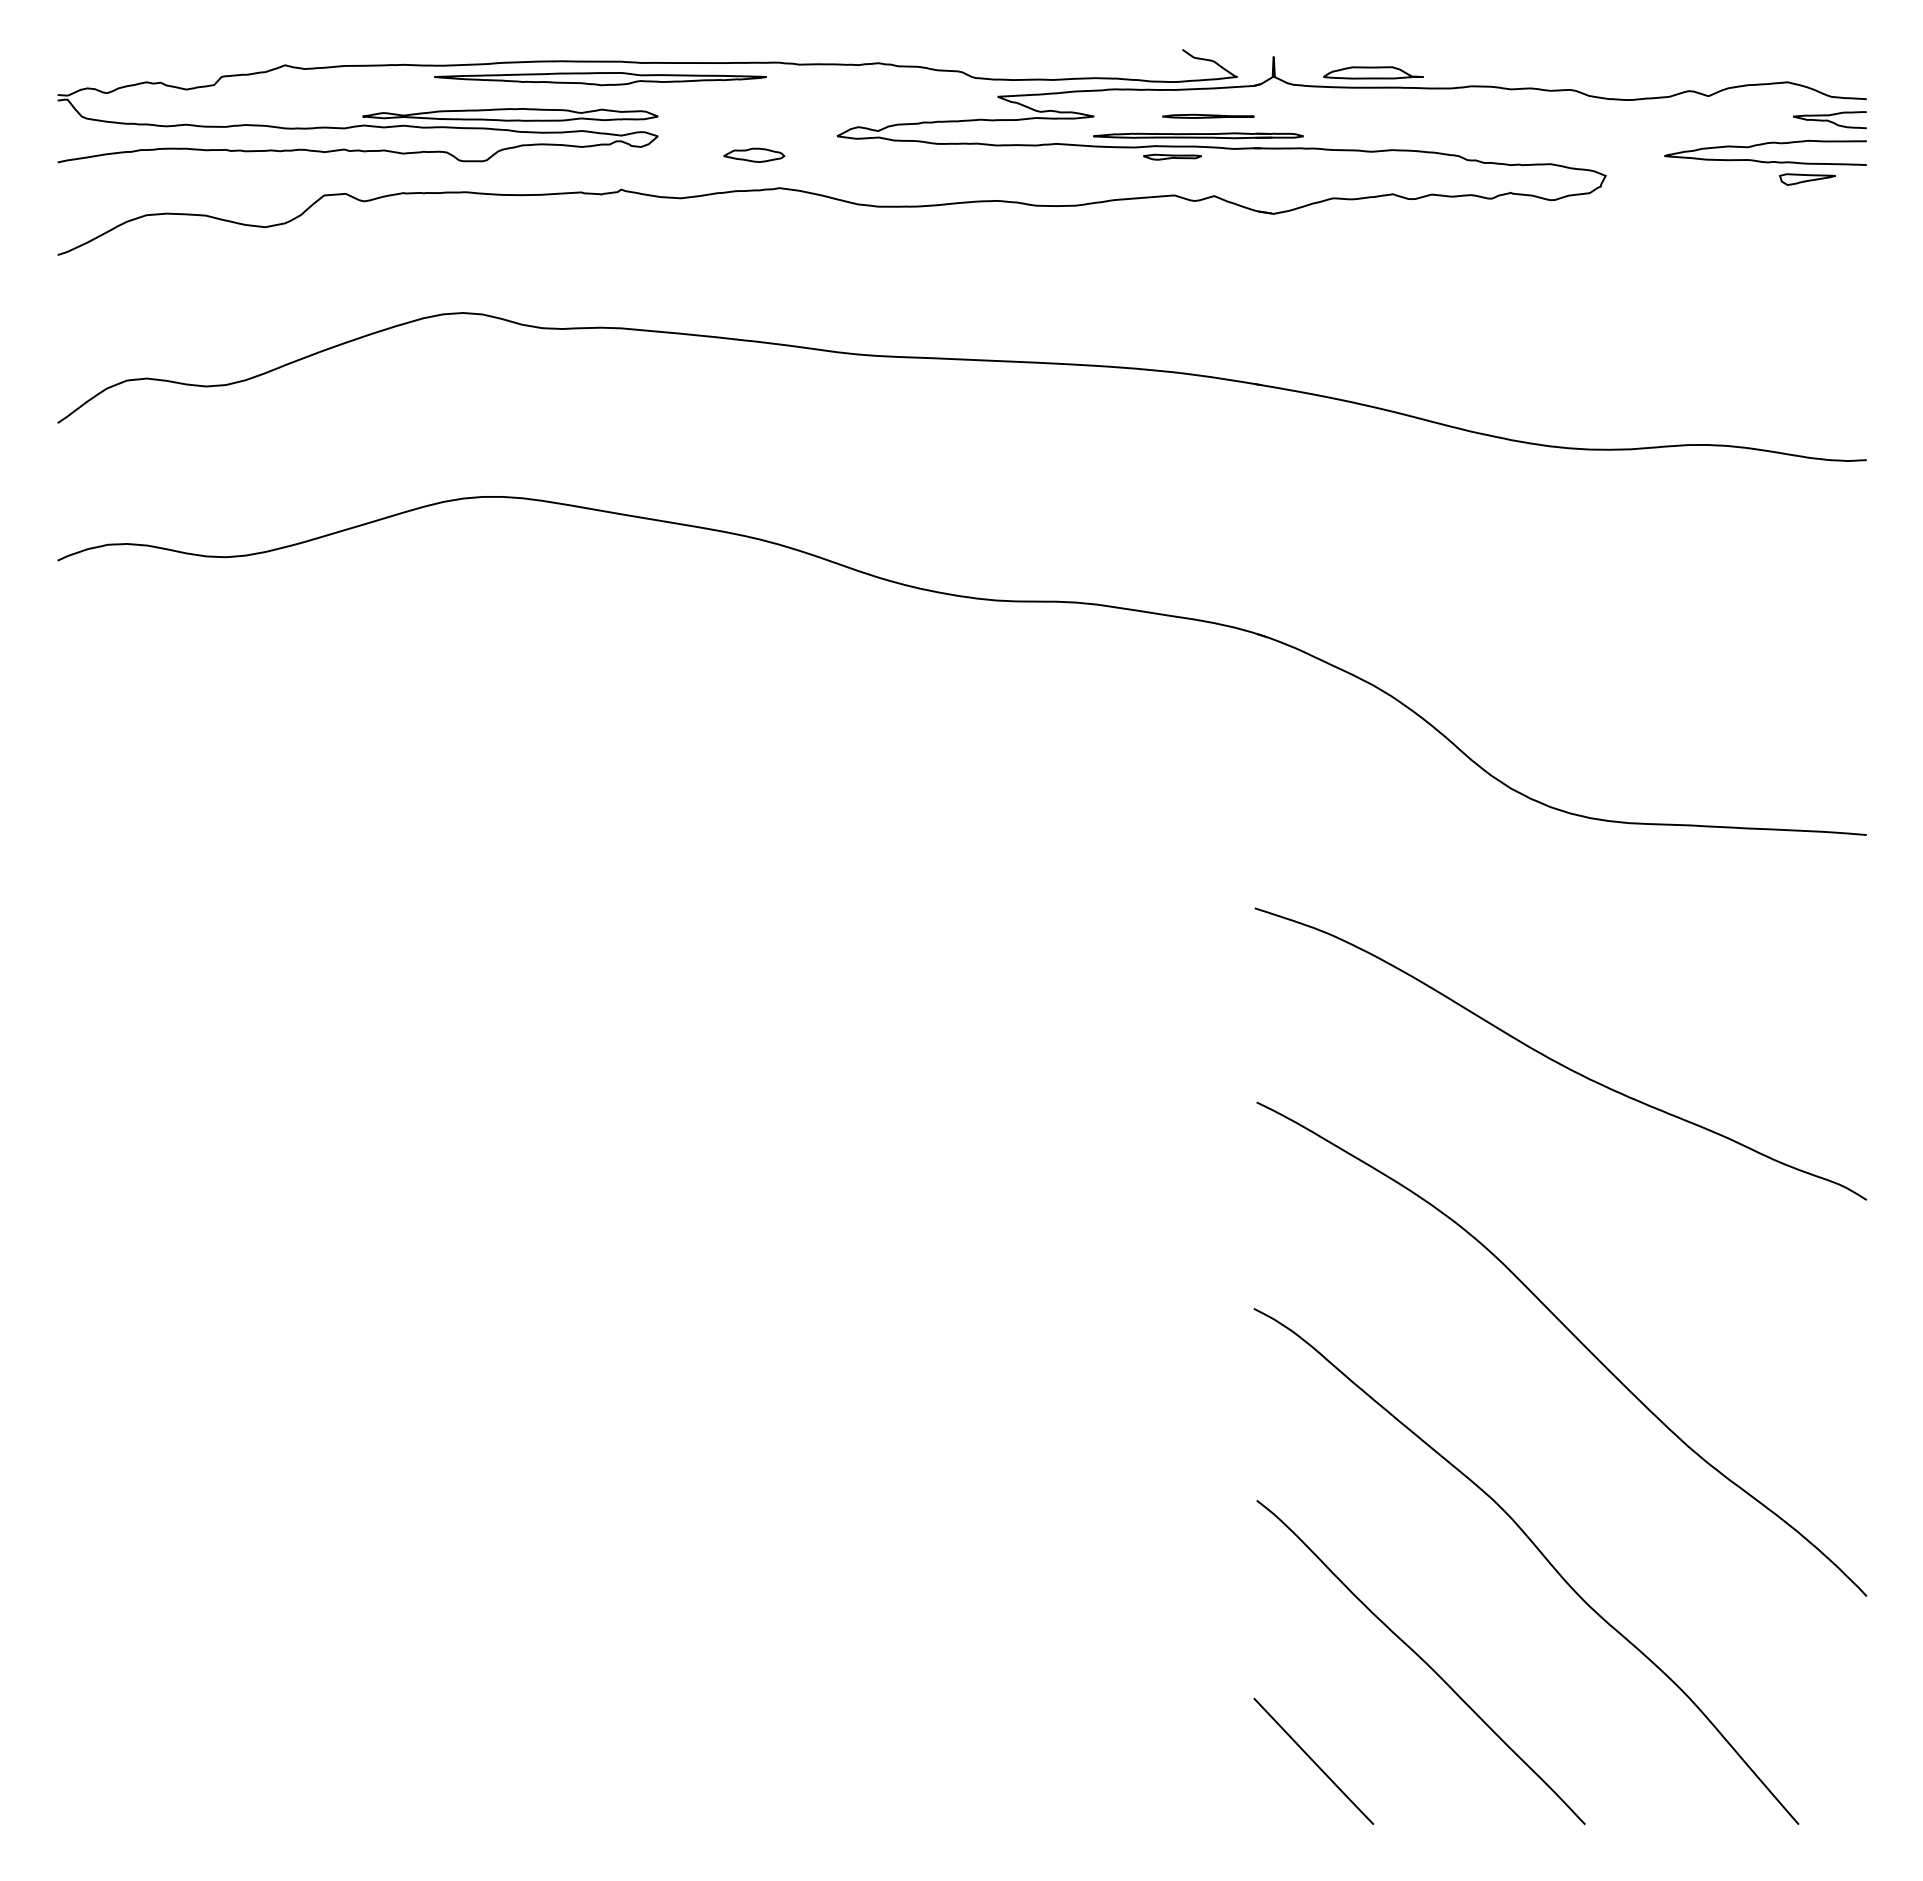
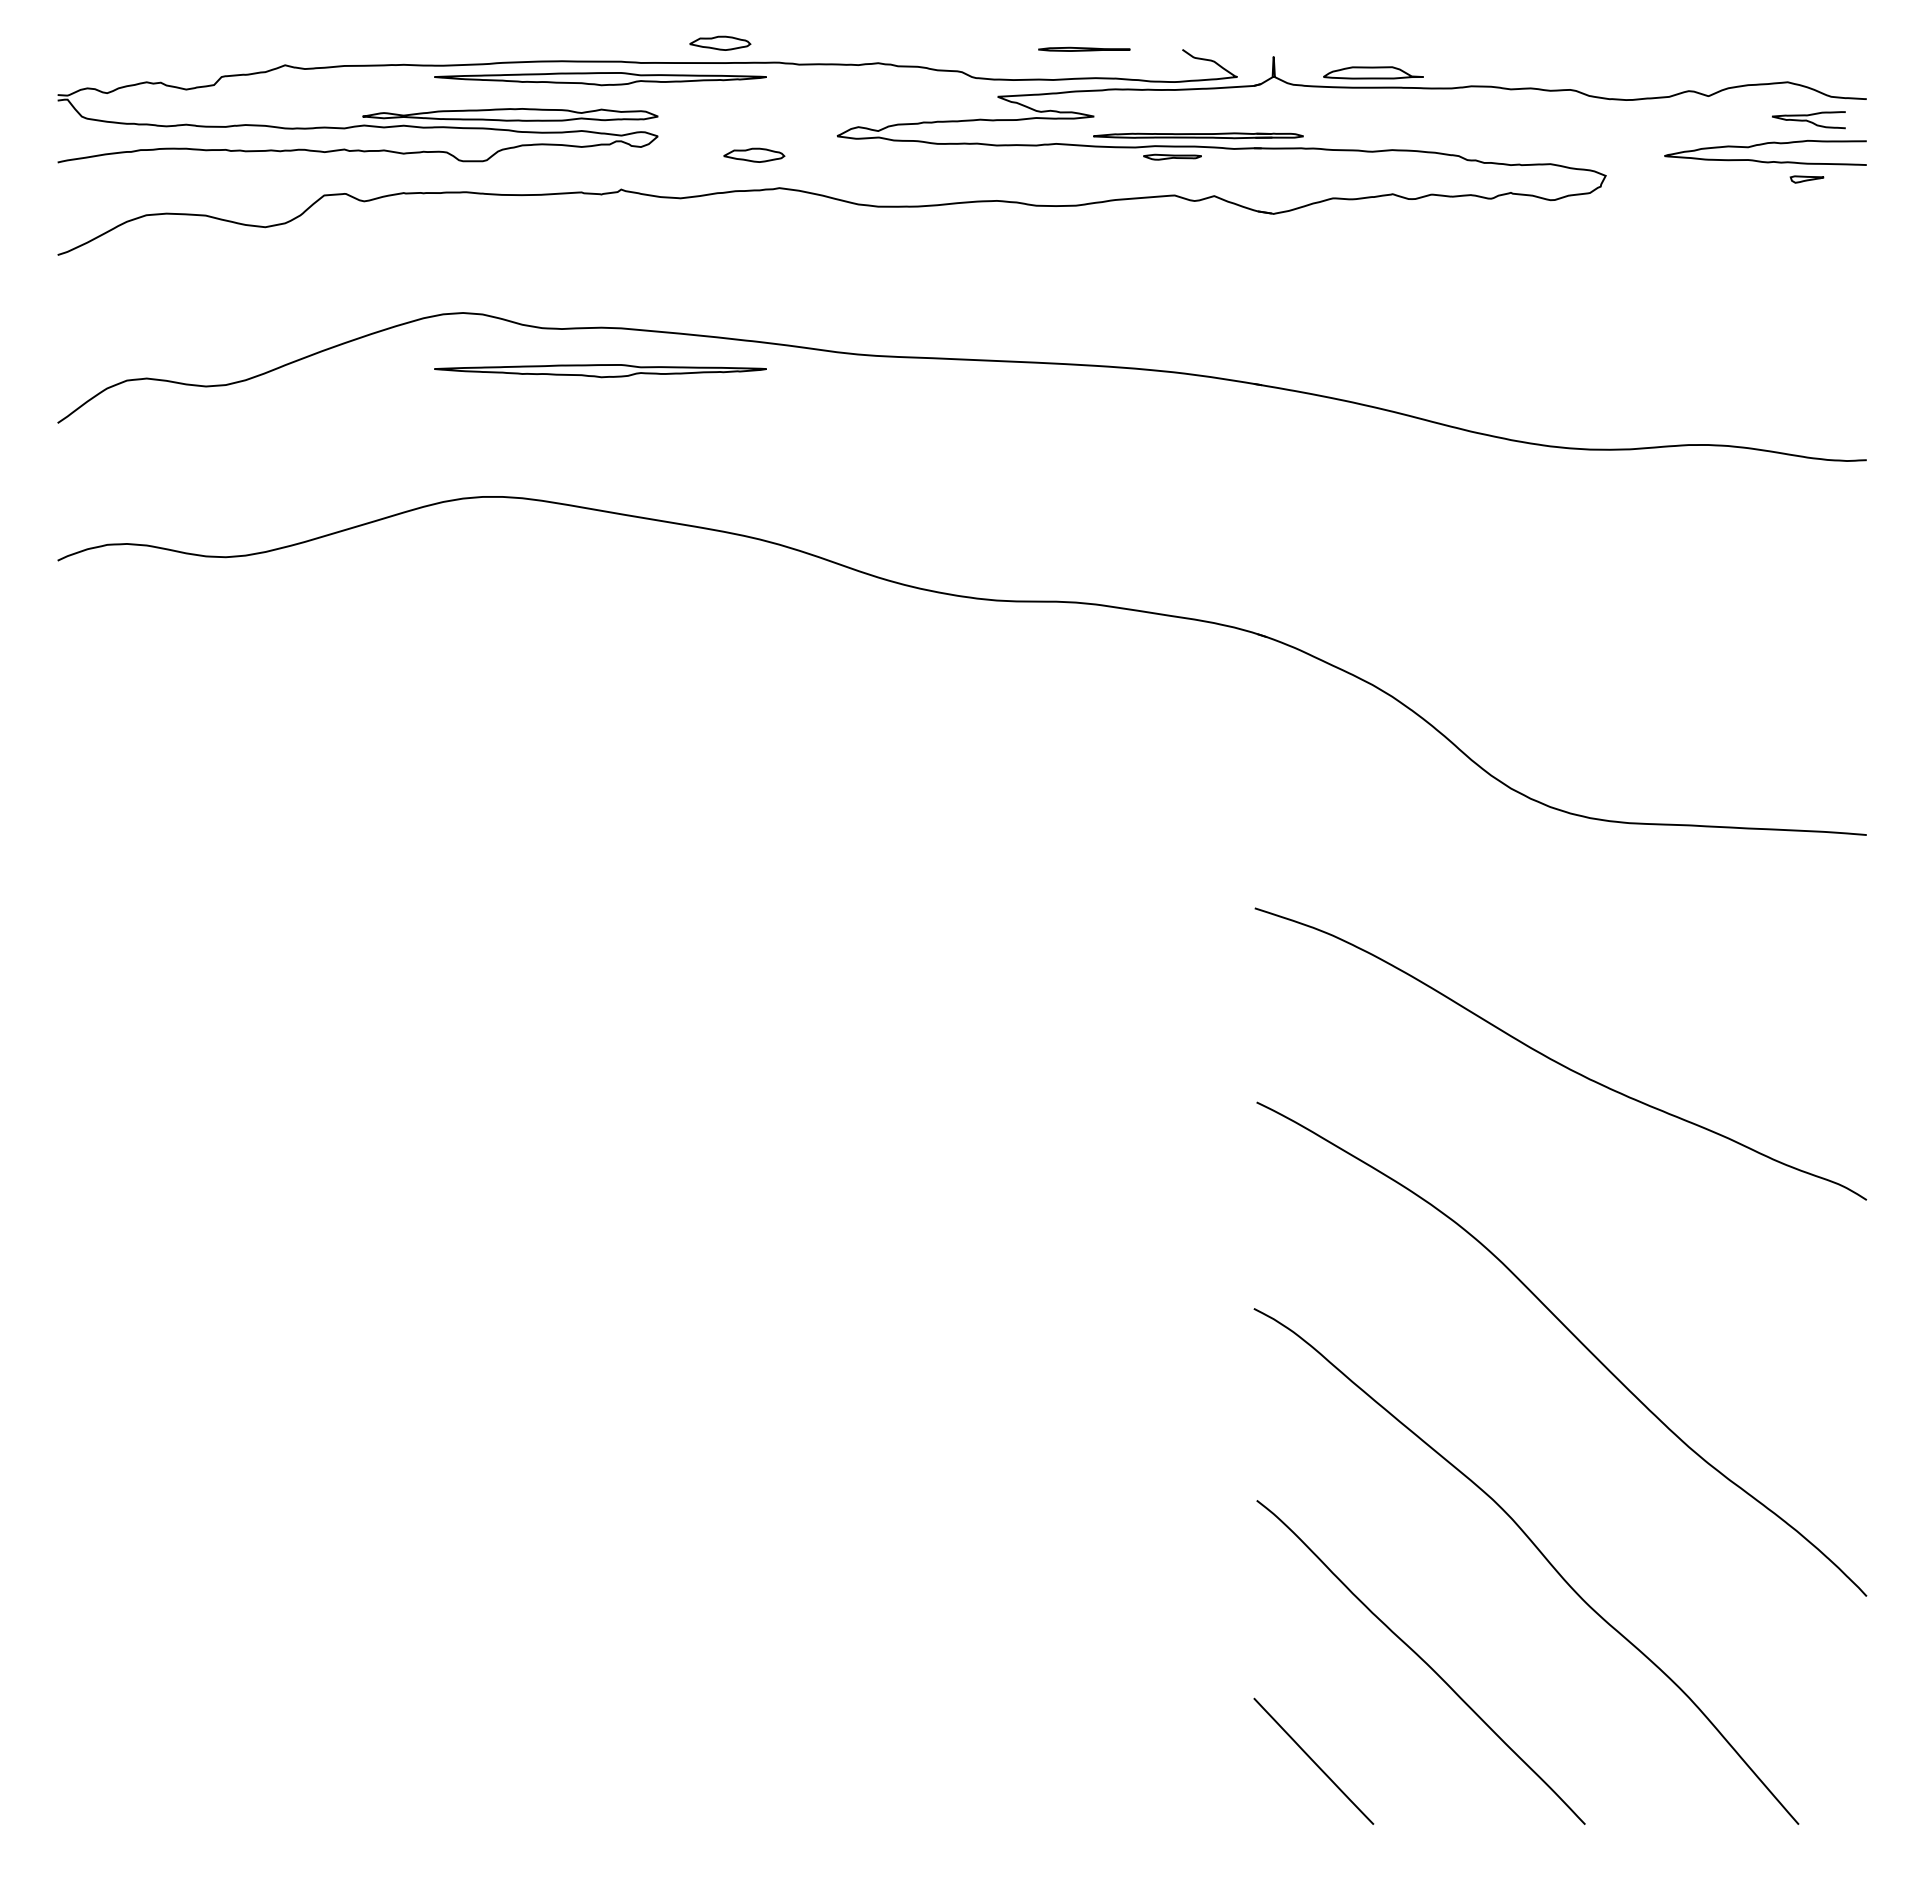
part at (720, 42): none -> present
part at (1208, 115) position: (1208, 115) -> (1084, 48)
curve at (1829, 120) position: (1829, 120) -> (1808, 120)
part at (1806, 179) size: 58x13 px -> 36x9 px
part at (600, 371): none -> present
